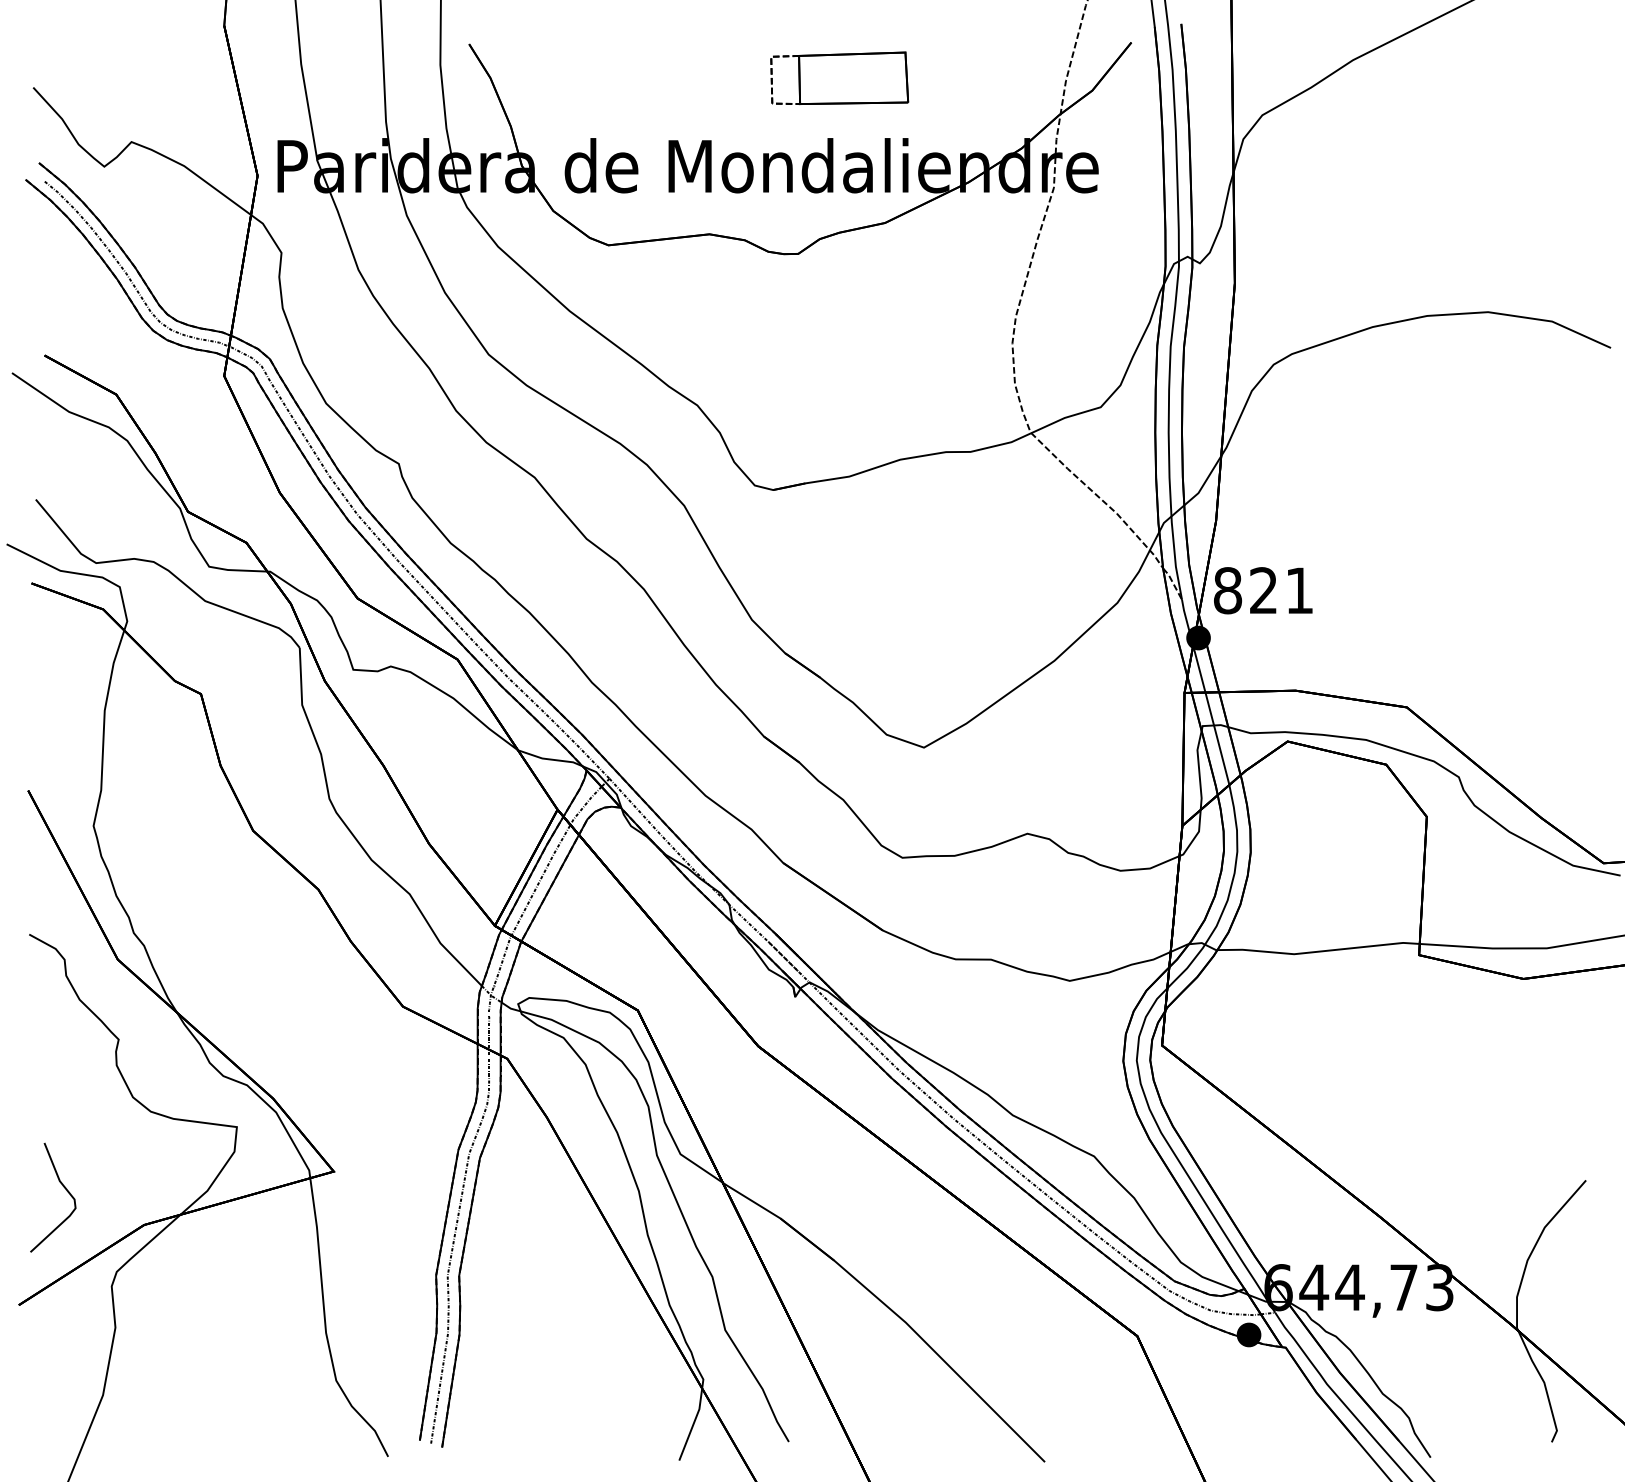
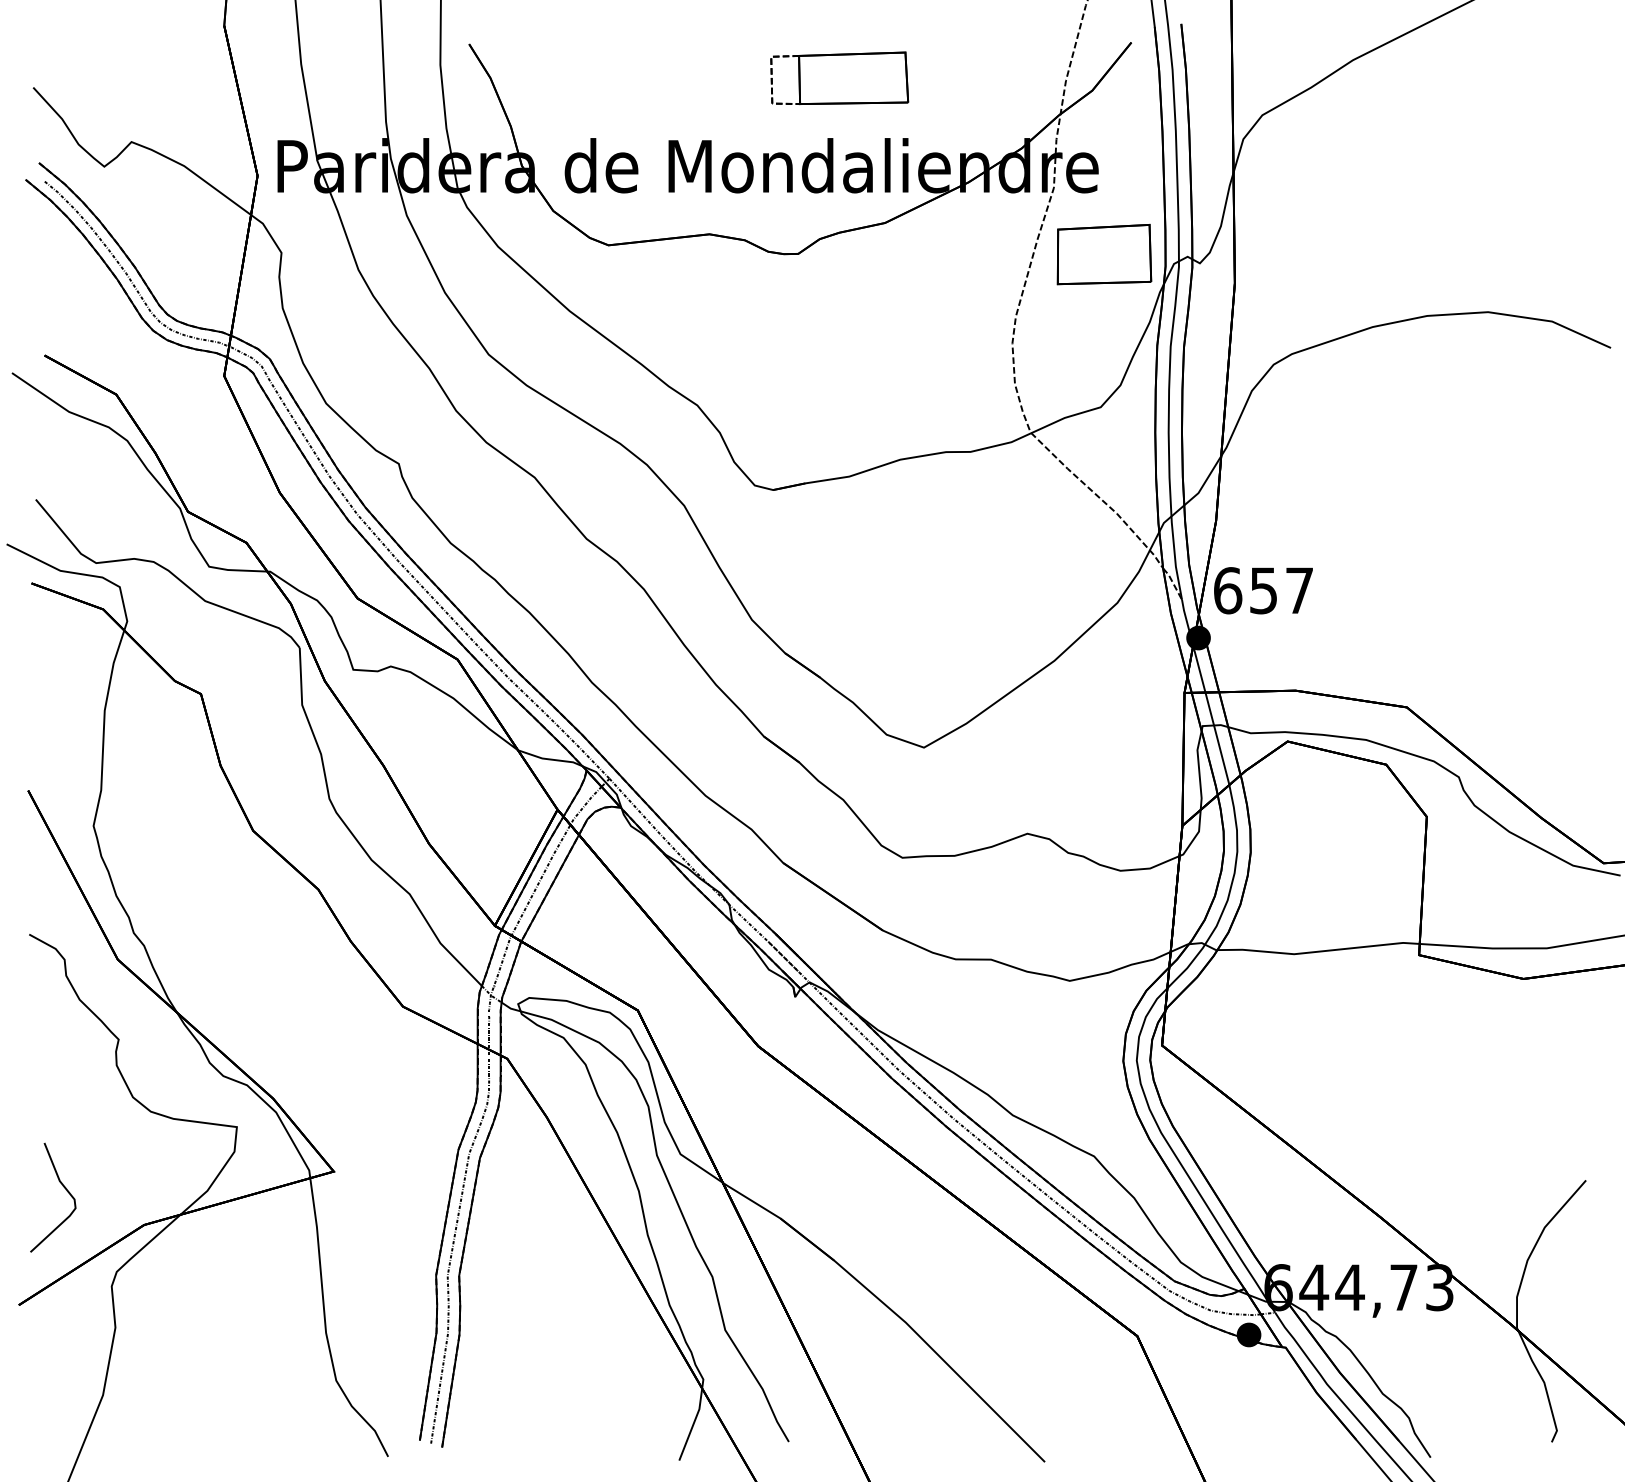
part at (1104, 254): none -> present
text at (1263, 590): 821 -> 657
